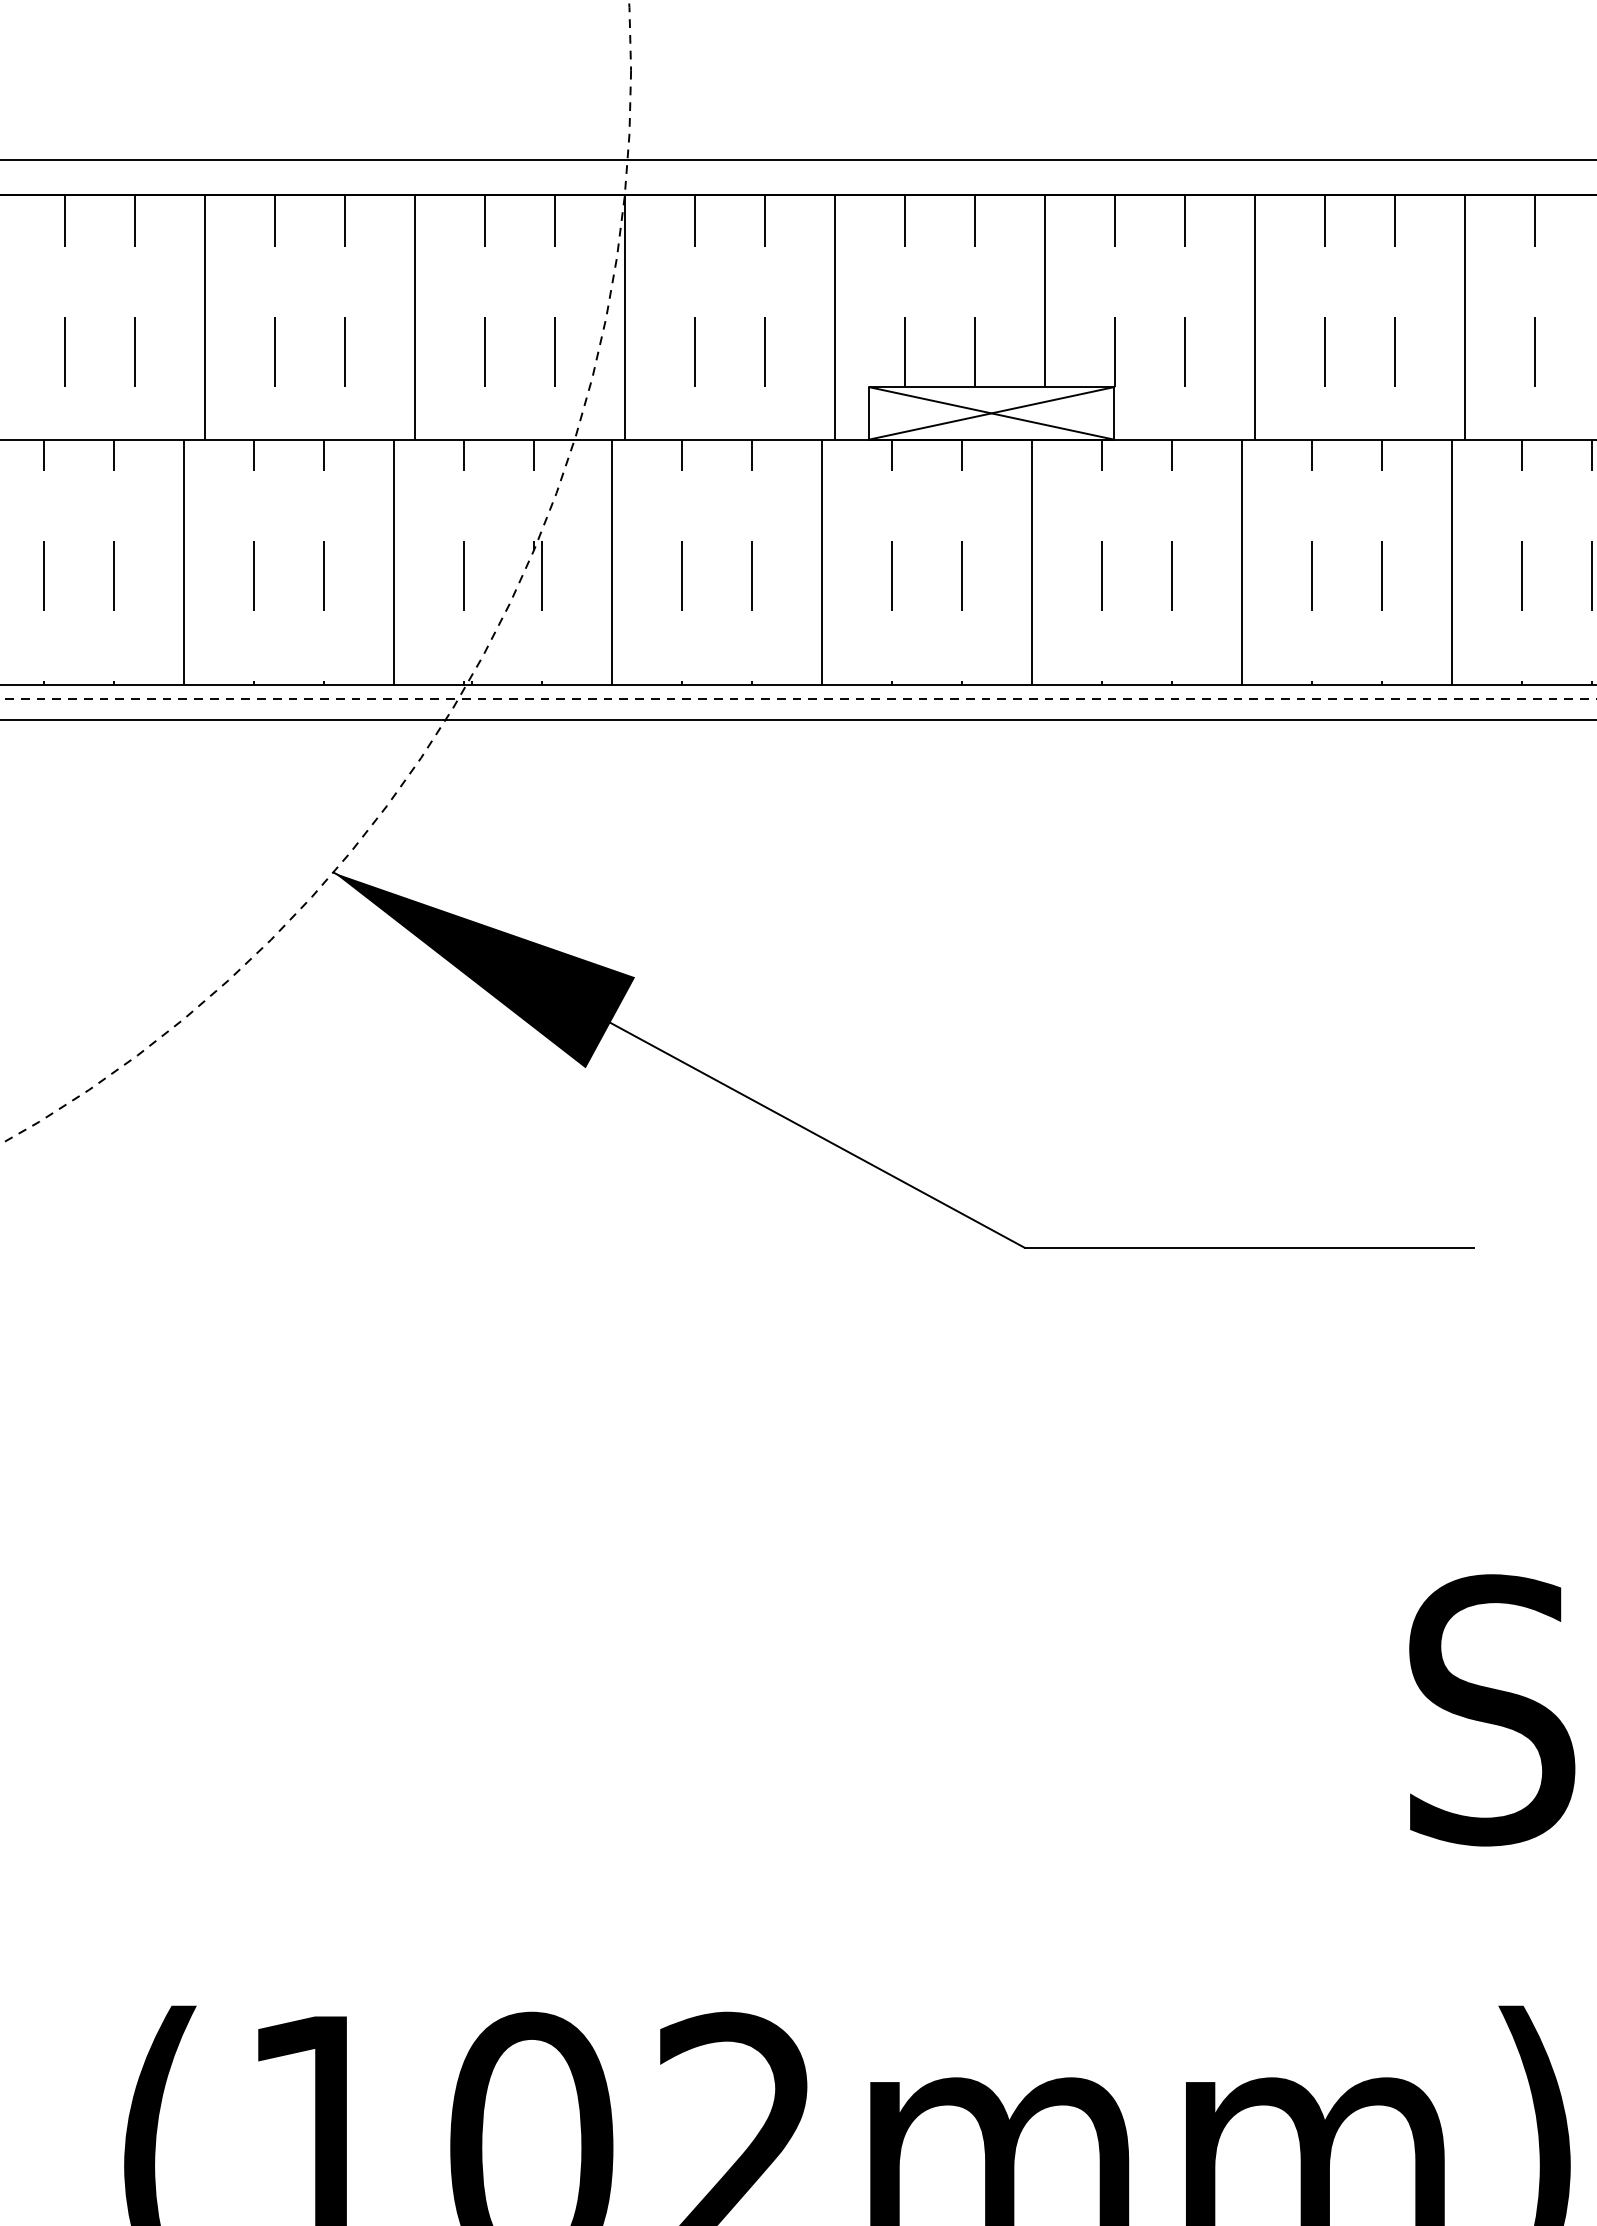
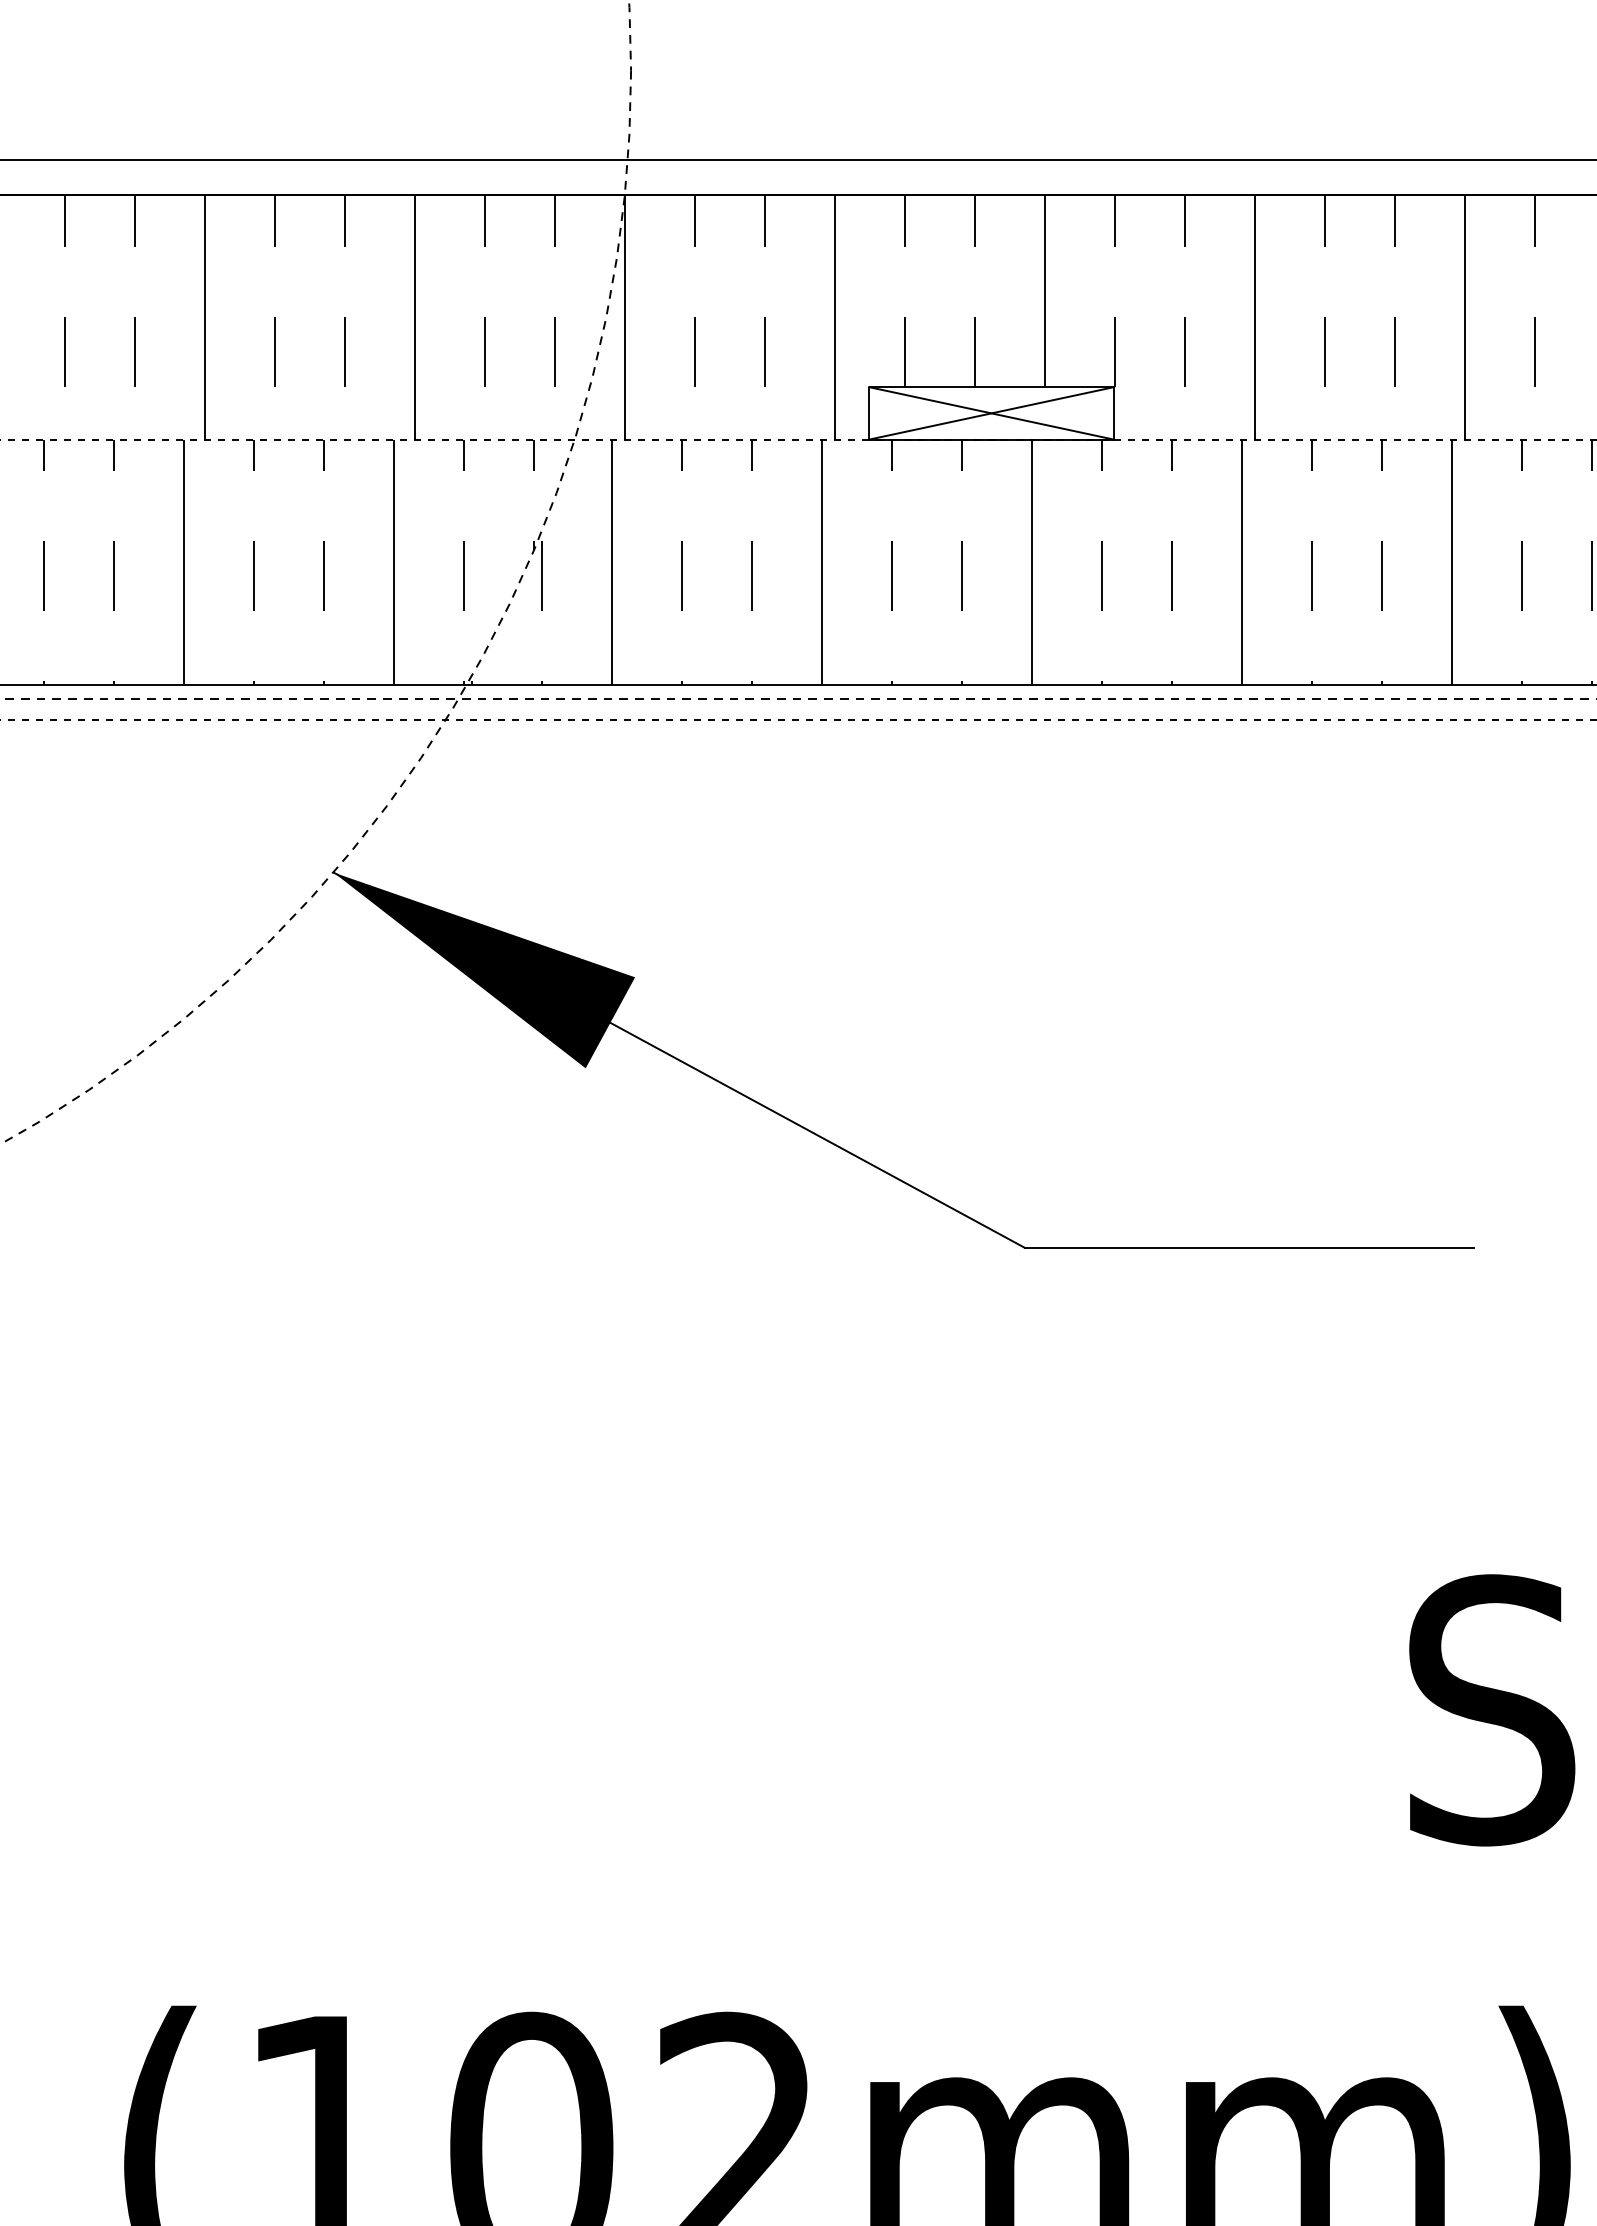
line at (798, 439): solid -> dashed
line at (798, 719): solid -> dashed
